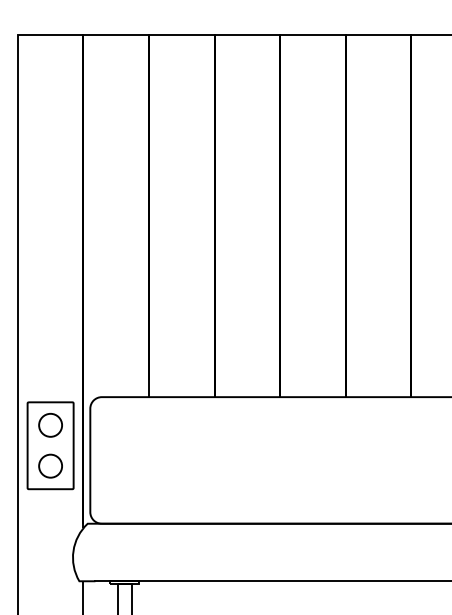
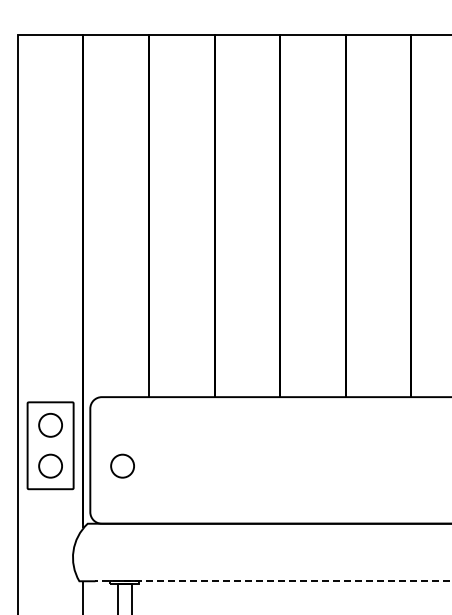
circle at (122, 465): none -> present
line at (273, 581): solid -> dashed
